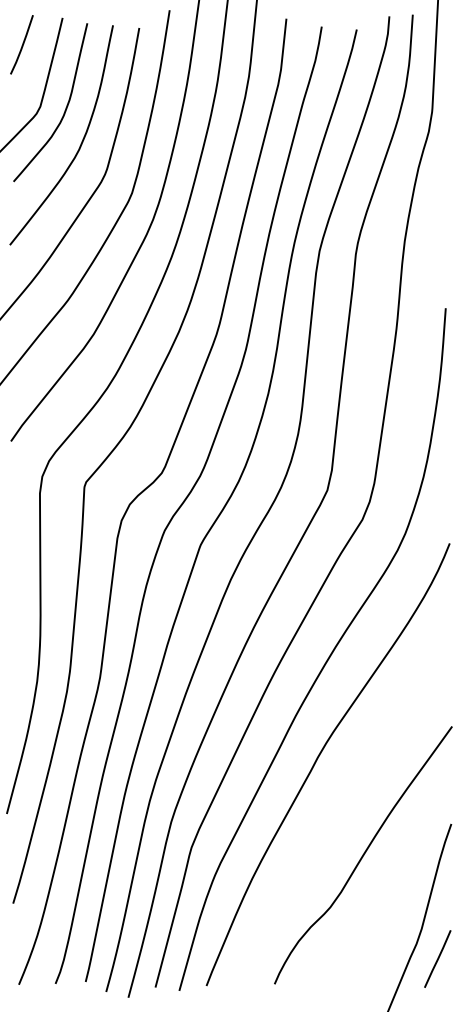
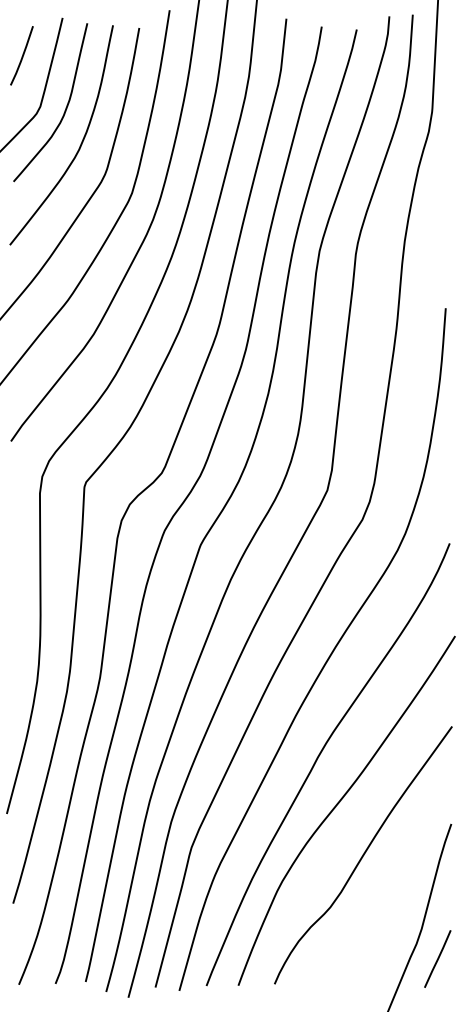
line at (22, 44) position: (22, 44) -> (22, 55)
curve at (339, 803): none -> present
